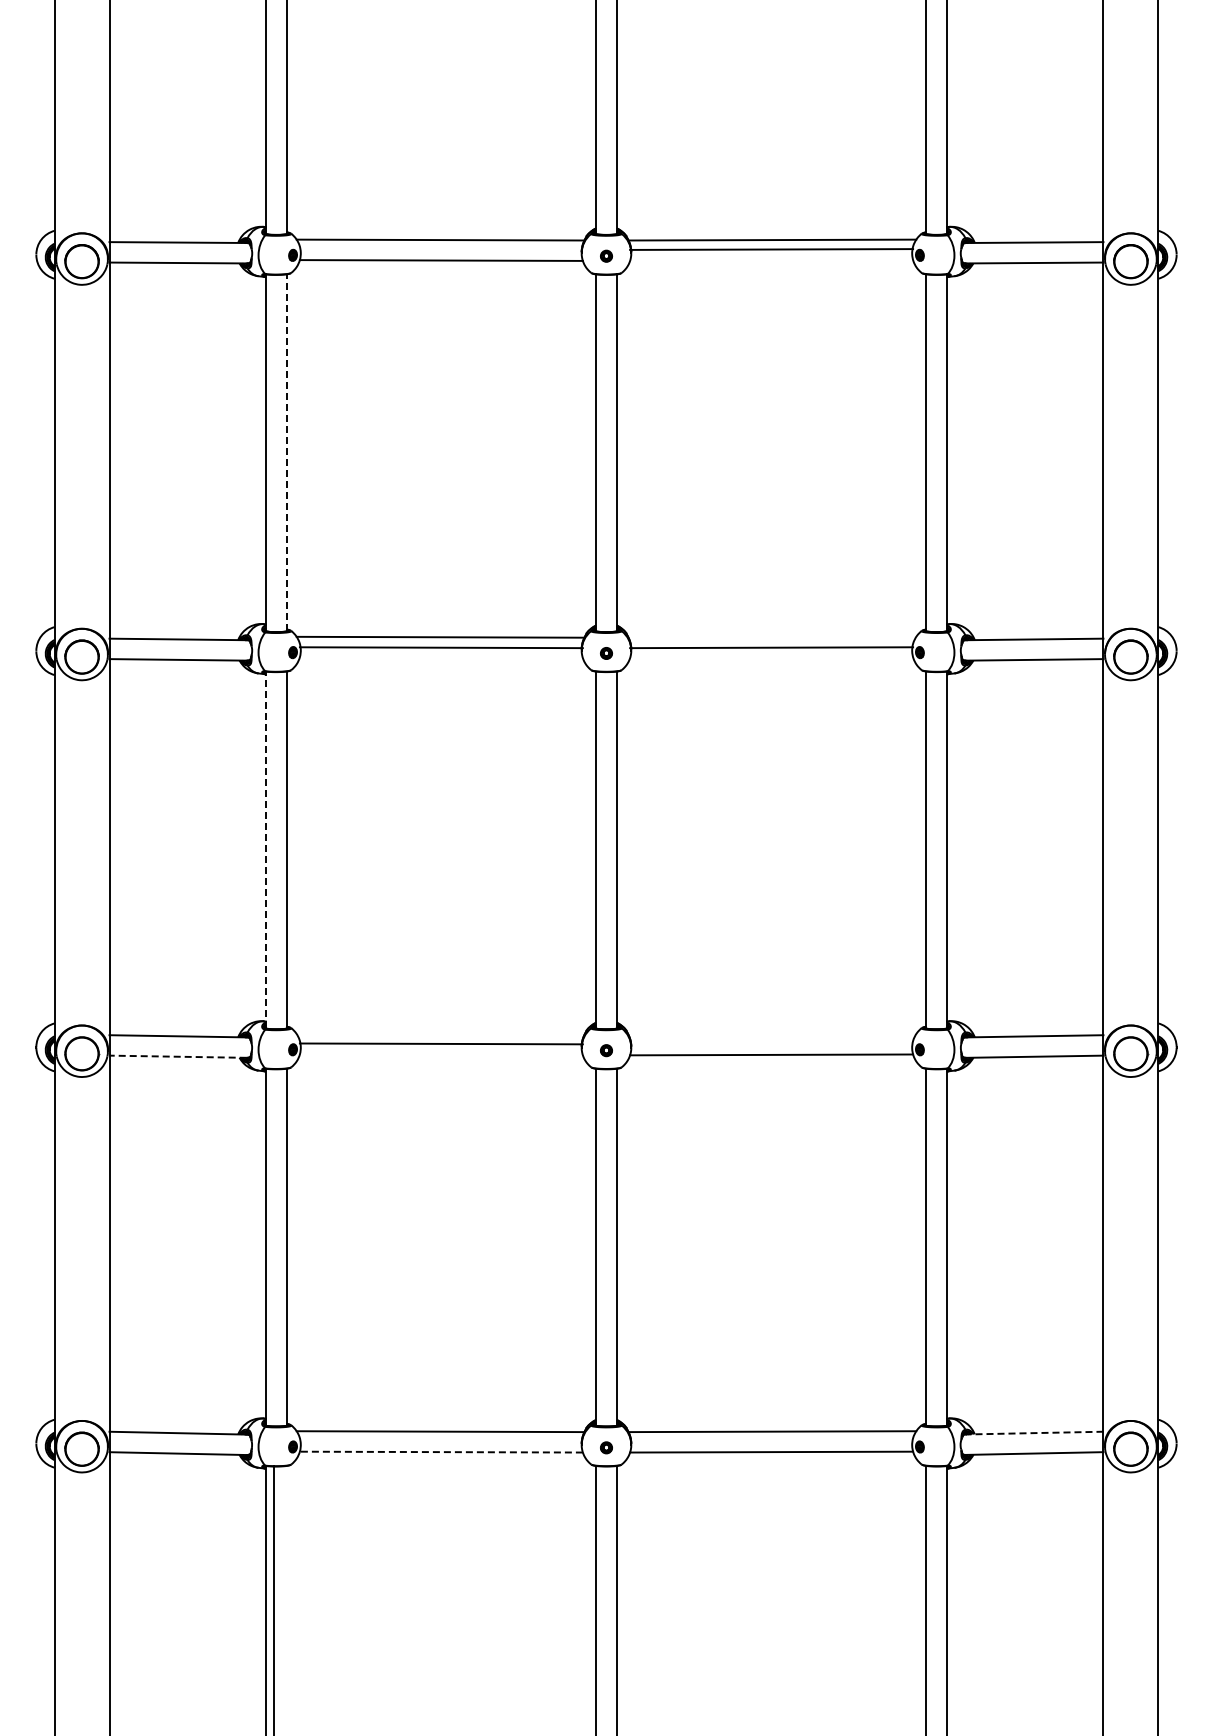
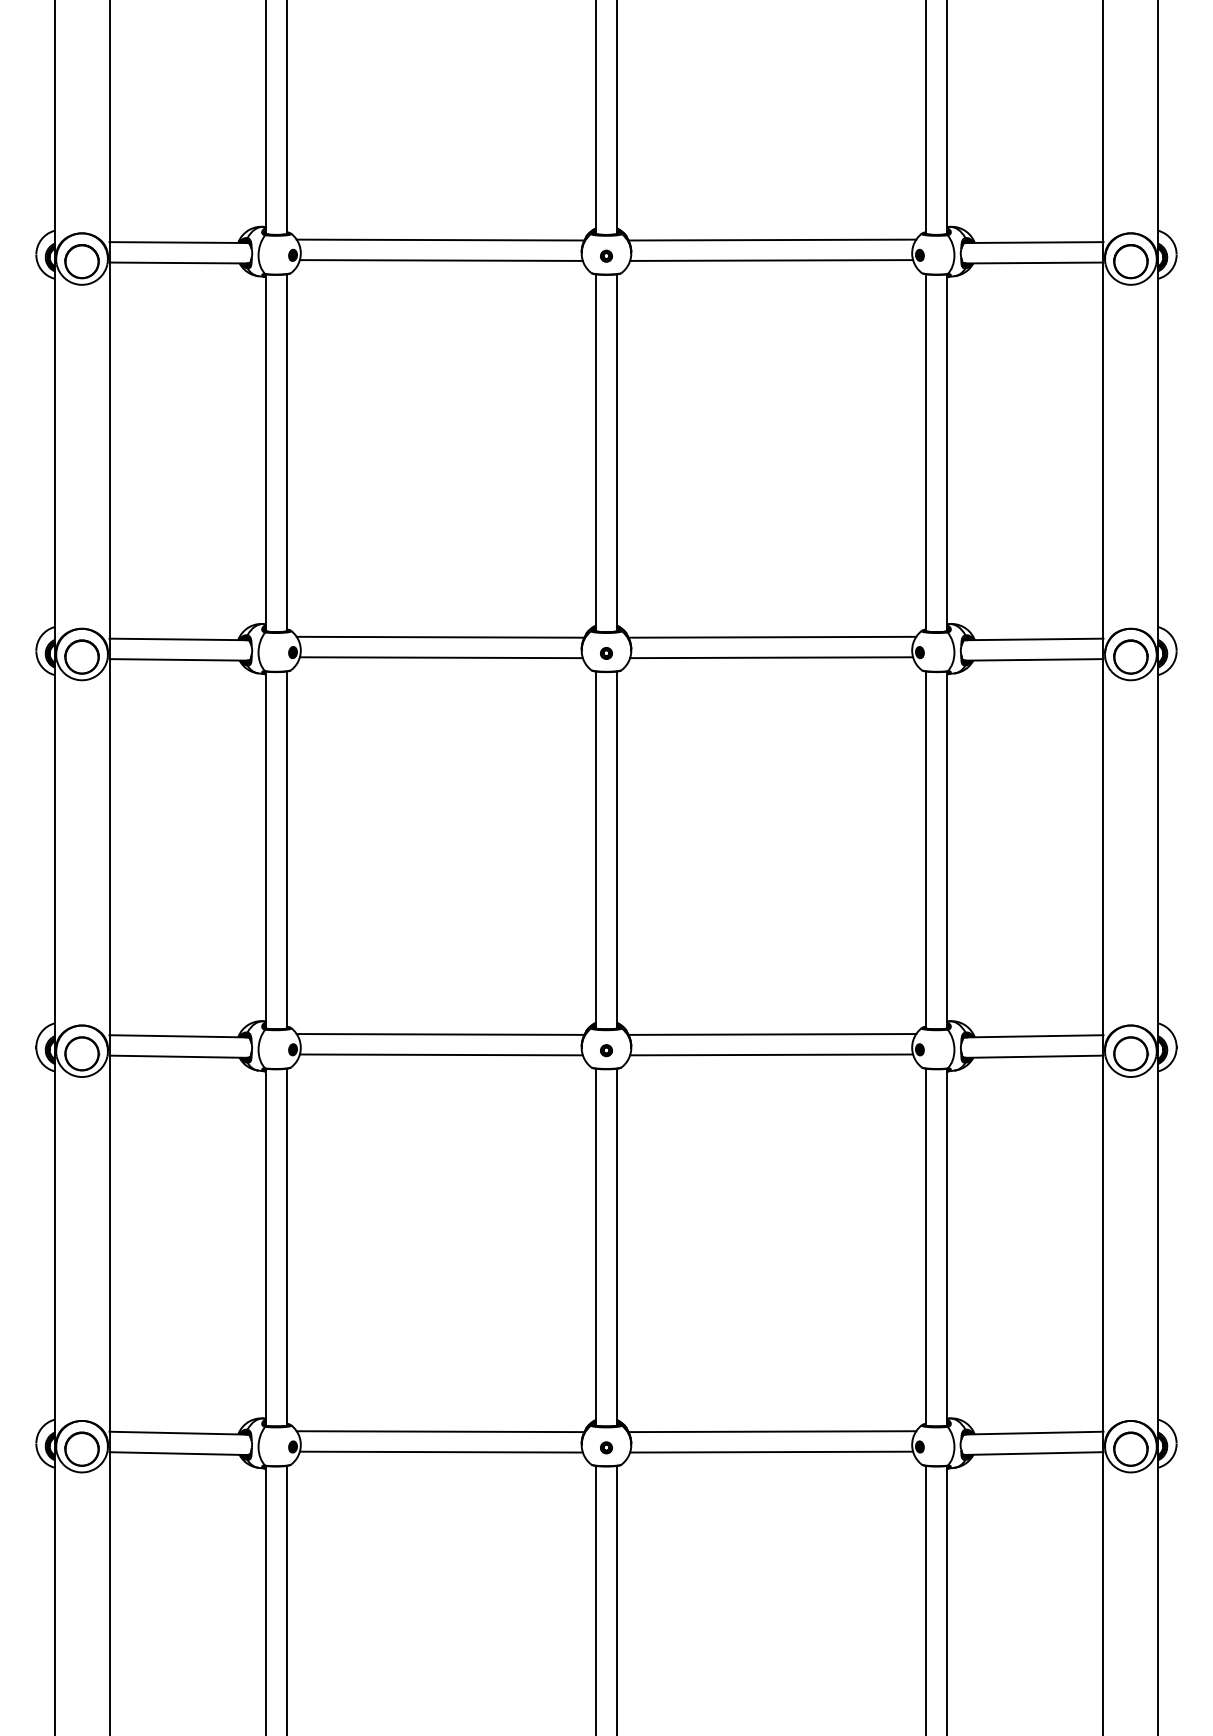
line at (771, 249) position: (771, 249) -> (771, 260)
line at (286, 452): dashed -> solid
line at (772, 636): none -> present
line at (440, 647) position: (440, 647) -> (440, 657)
line at (771, 647) position: (771, 647) -> (771, 657)
line at (265, 849): dashed -> solid
line at (440, 1034): none -> present
line at (772, 1034): none -> present
line at (440, 1043) position: (440, 1043) -> (440, 1054)
line at (178, 1056): dashed -> solid
line at (1034, 1433): dashed -> solid
line at (440, 1452): dashed -> solid
line at (273, 1598) position: (273, 1598) -> (286, 1598)
